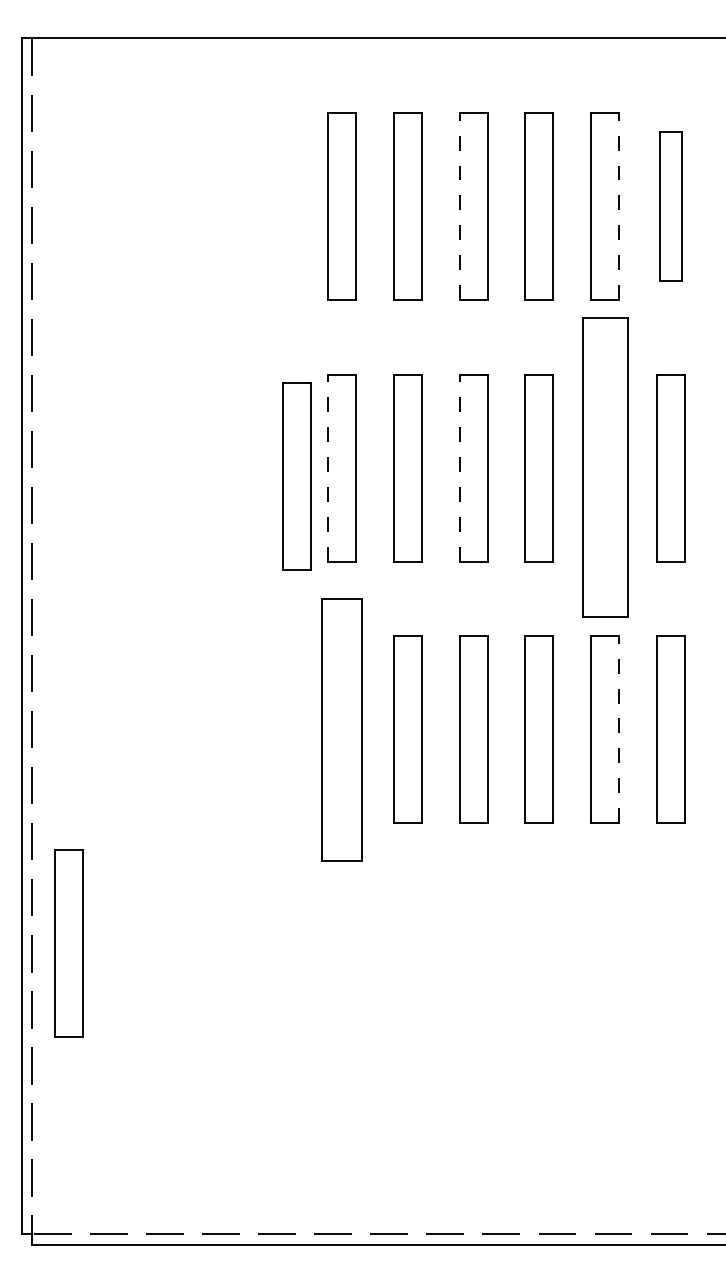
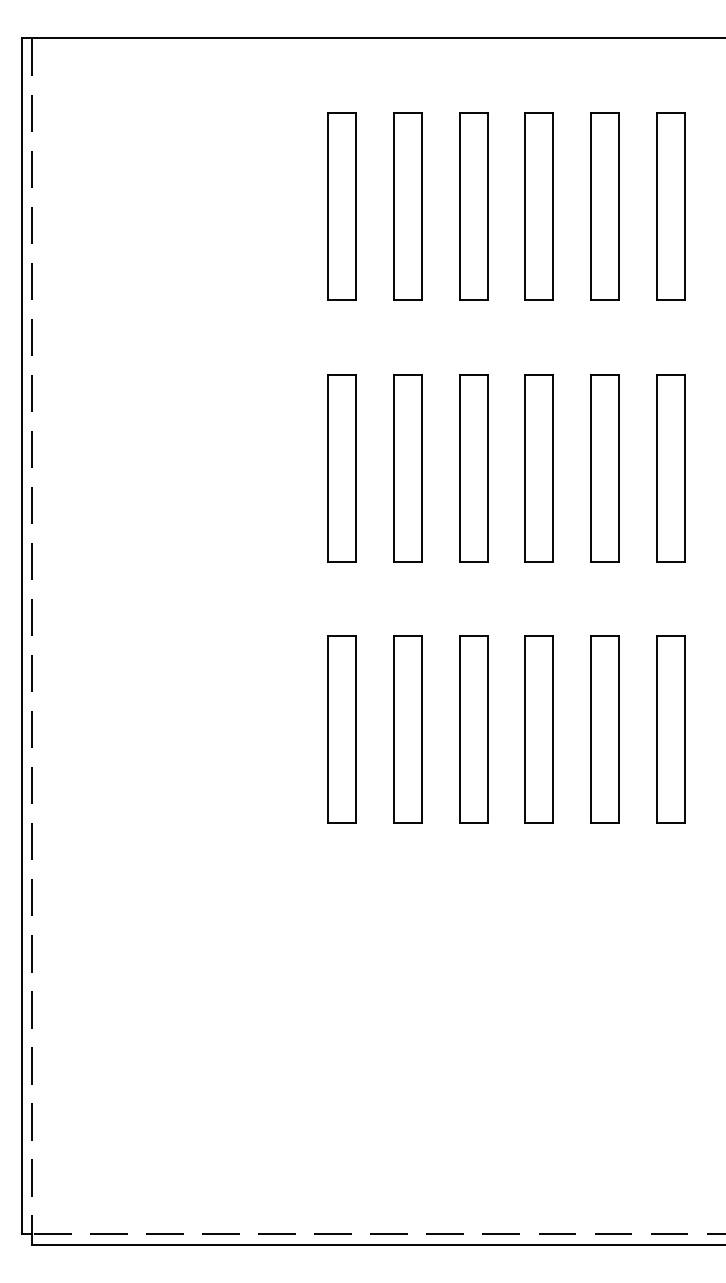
line at (459, 206): dashed -> solid
line at (619, 206): dashed -> solid
part at (670, 206) size: 24x151 px -> 30x189 px
line at (328, 467): dashed -> solid
line at (459, 467): dashed -> solid
part at (605, 467) size: 47x301 px -> 30x189 px
part at (296, 476): present -> none
part at (341, 729) size: 42x264 px -> 30x189 px
line at (619, 729): dashed -> solid
part at (68, 943): present -> none
